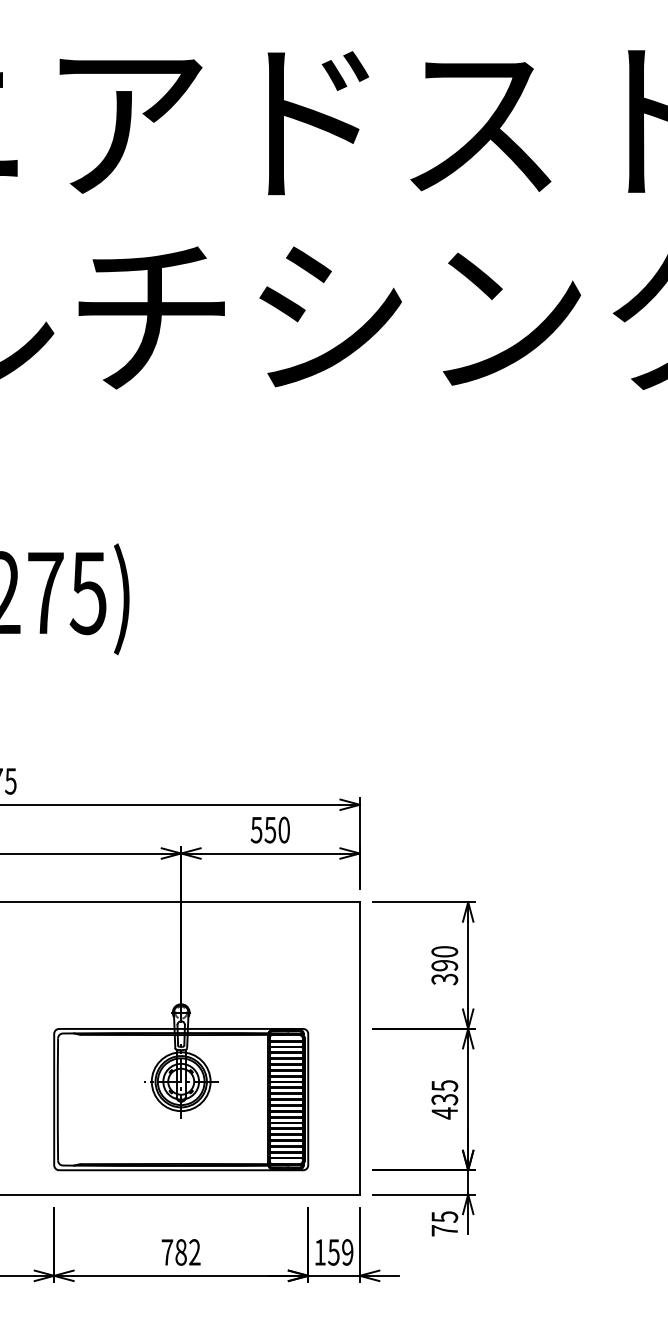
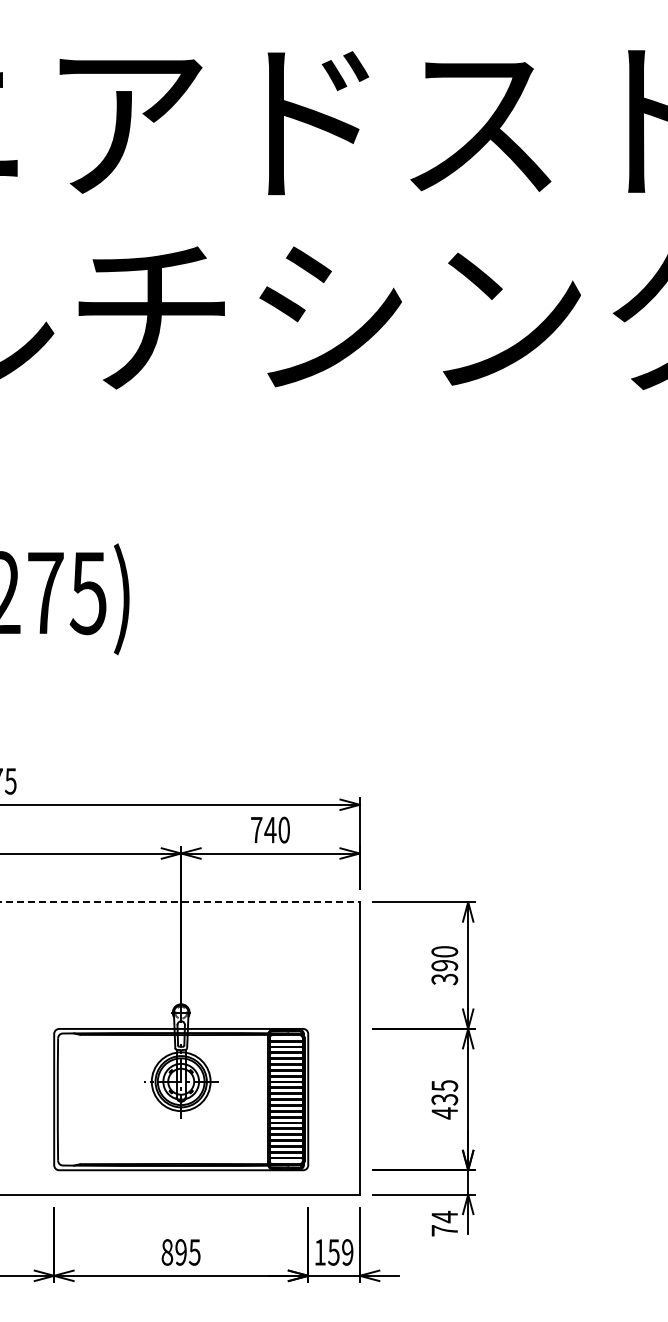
text at (263, 830): 550 -> 740
line at (180, 902): solid -> dashed
text at (444, 1216): 75 -> 74
text at (180, 1252): 782 -> 895
